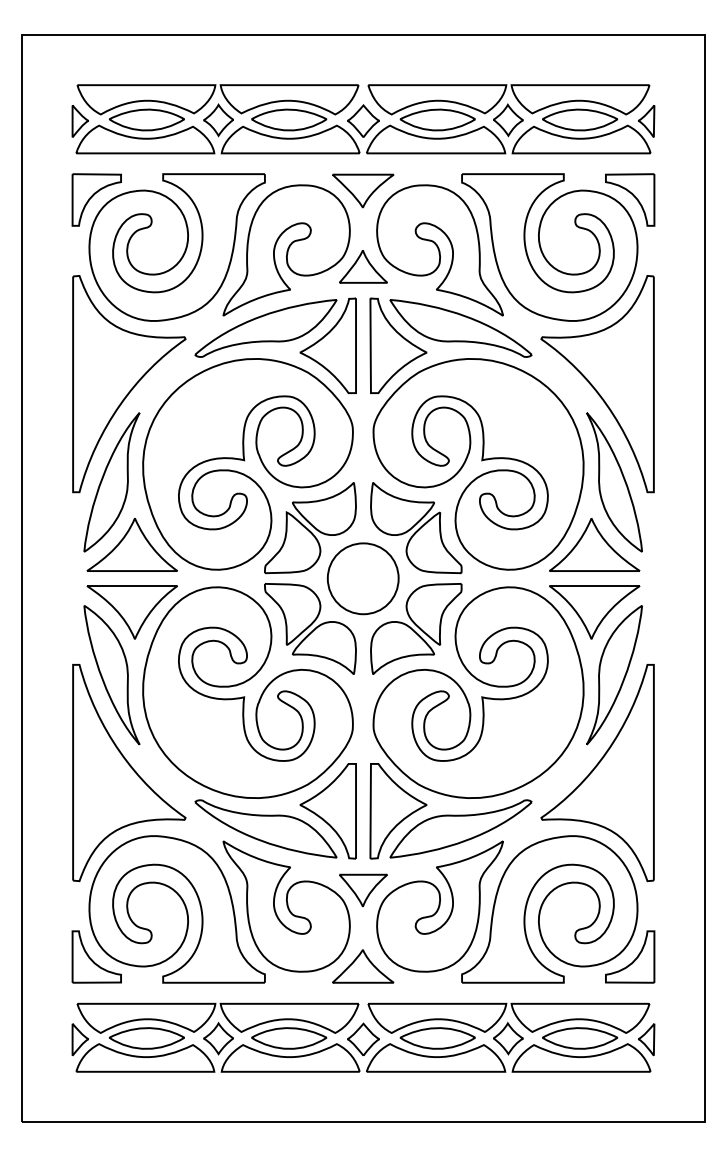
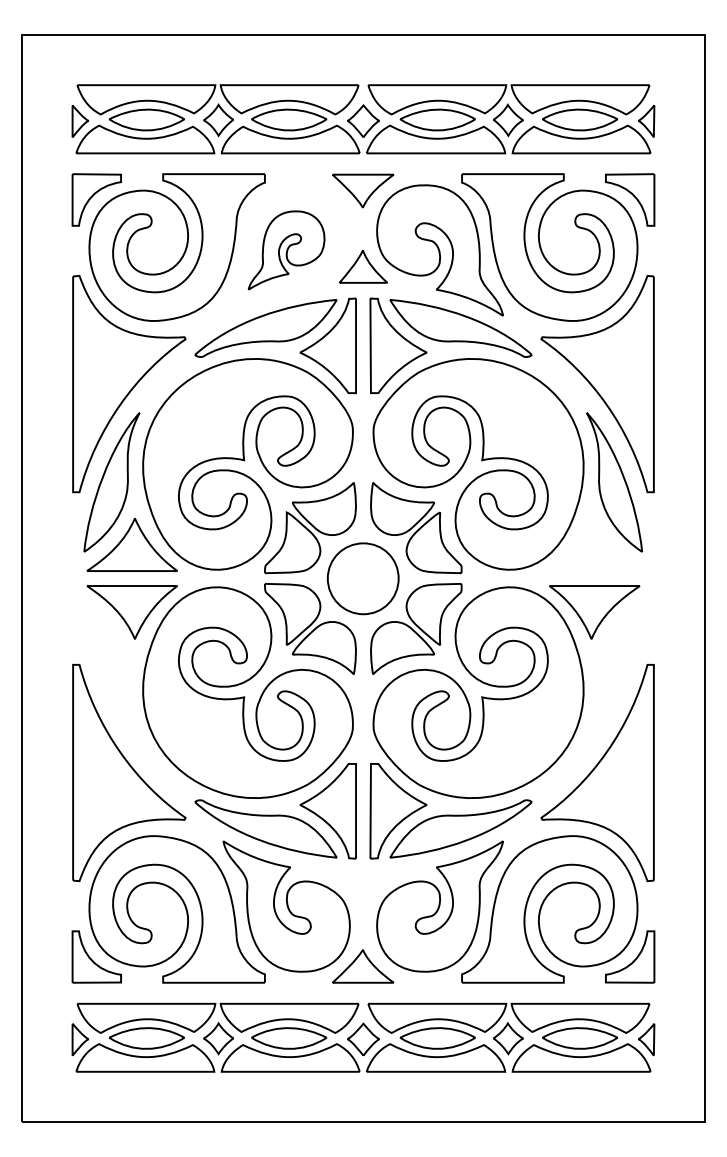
part at (286, 250) size: 129x133 px -> 79x81 px
part at (594, 544): present -> none
part at (111, 675): present -> none
part at (614, 675): present -> none
part at (363, 890): present -> none
